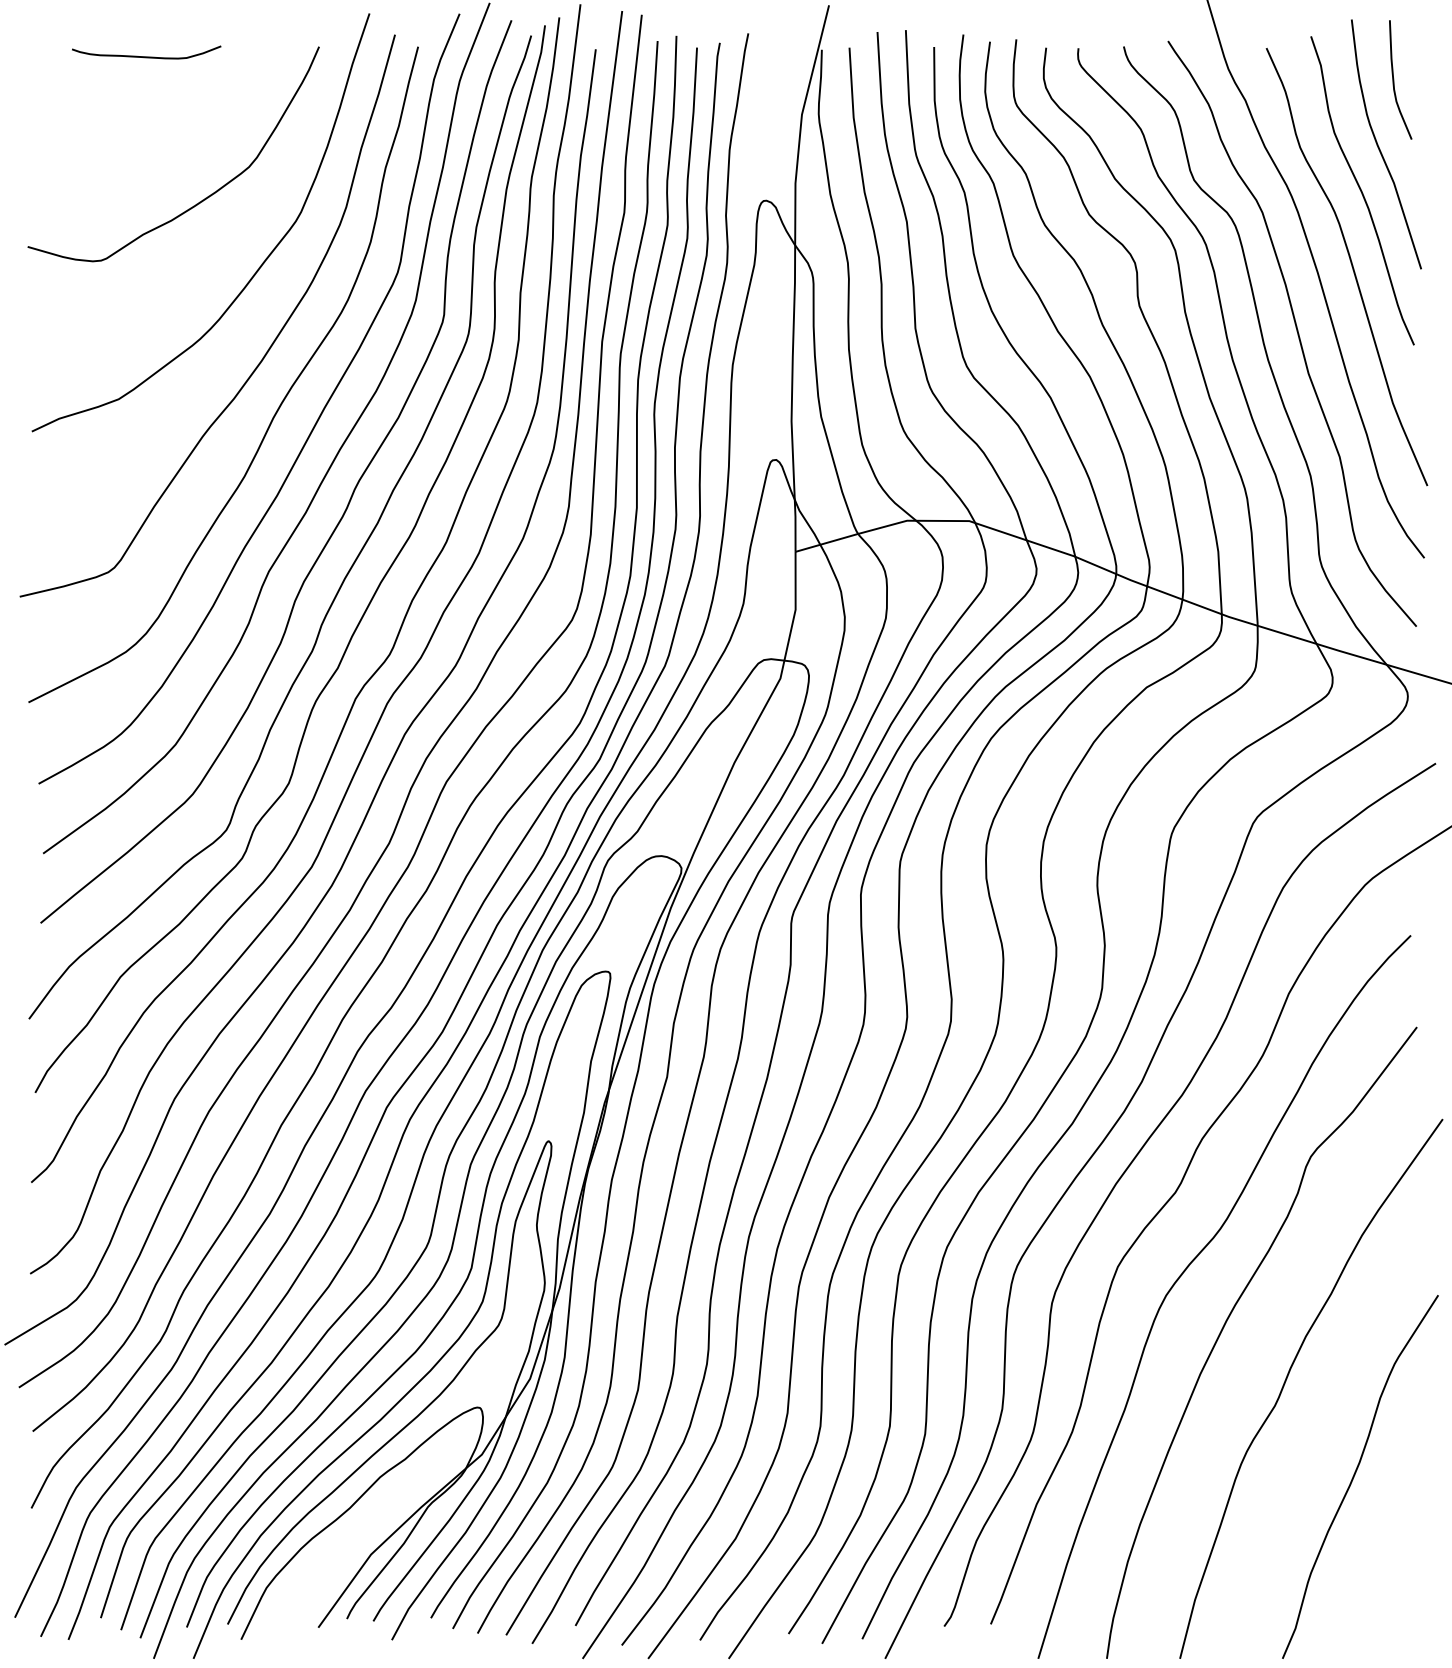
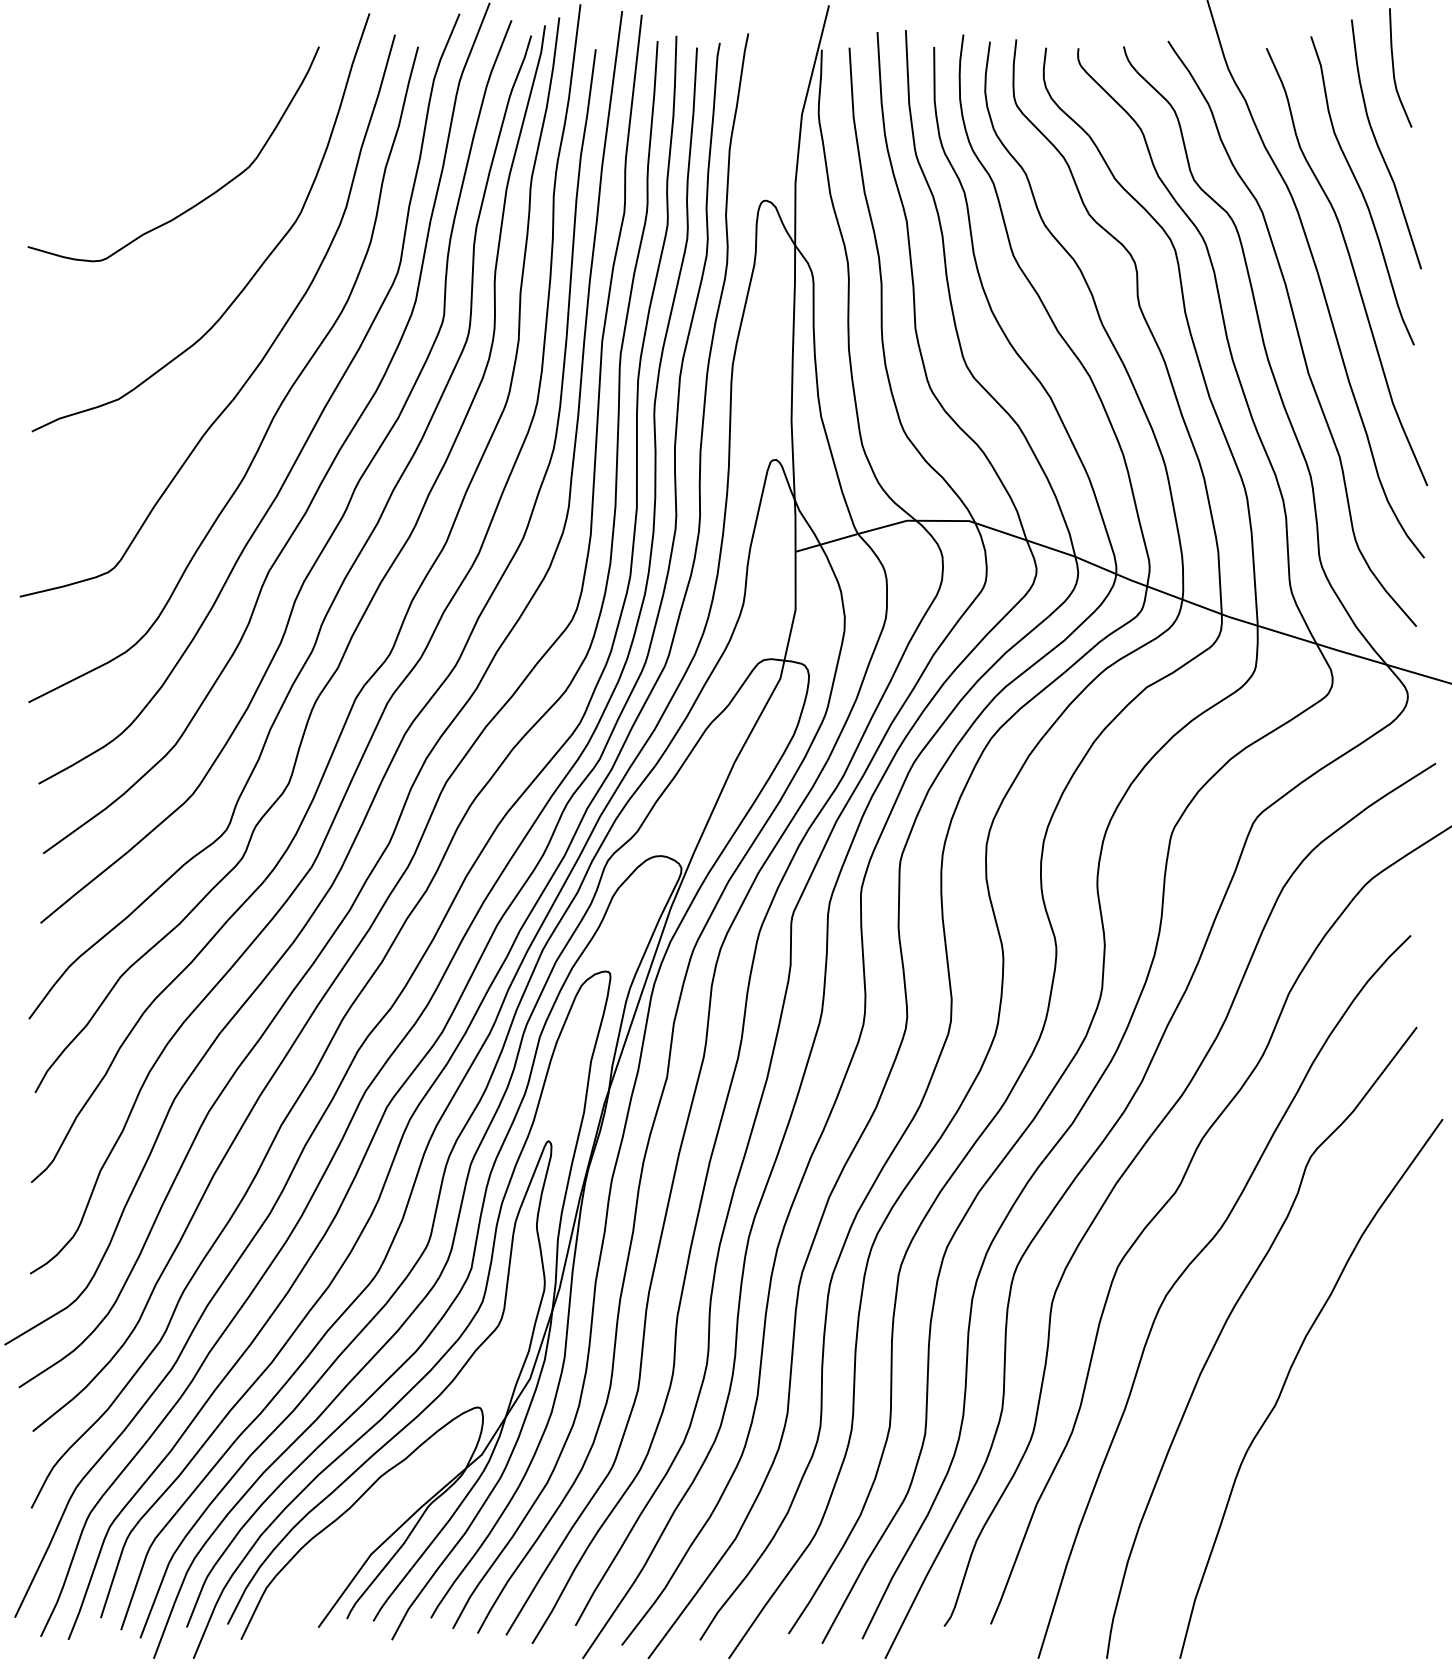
curve at (146, 56): present -> none
curve at (1394, 79) position: (1394, 79) -> (1394, 67)
curve at (1355, 1475): present -> none
